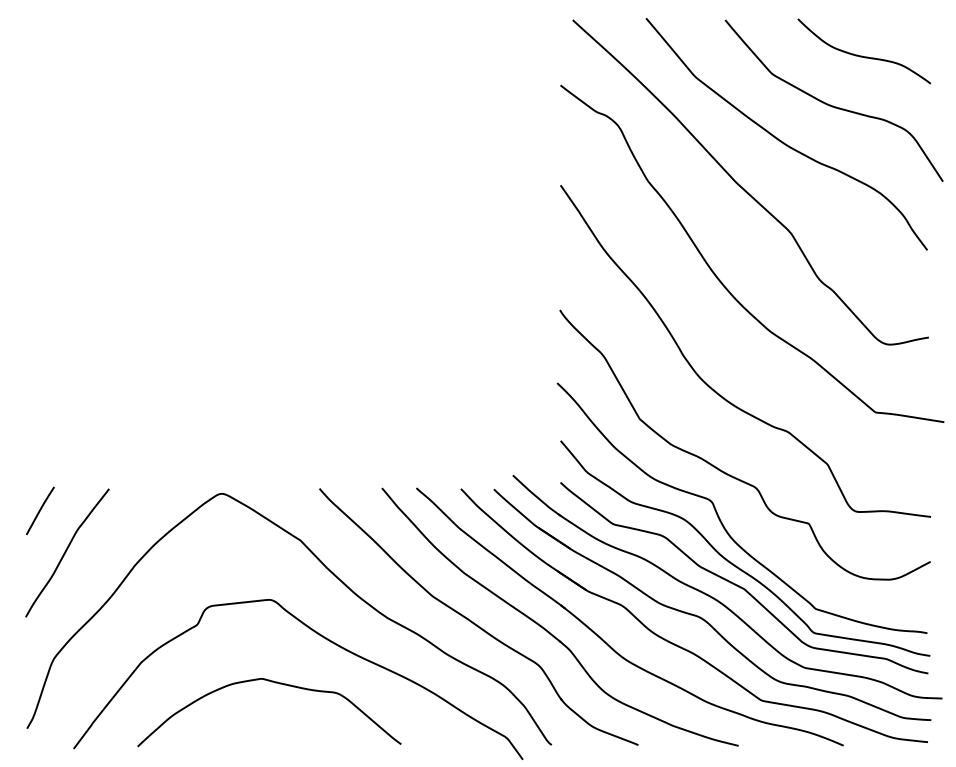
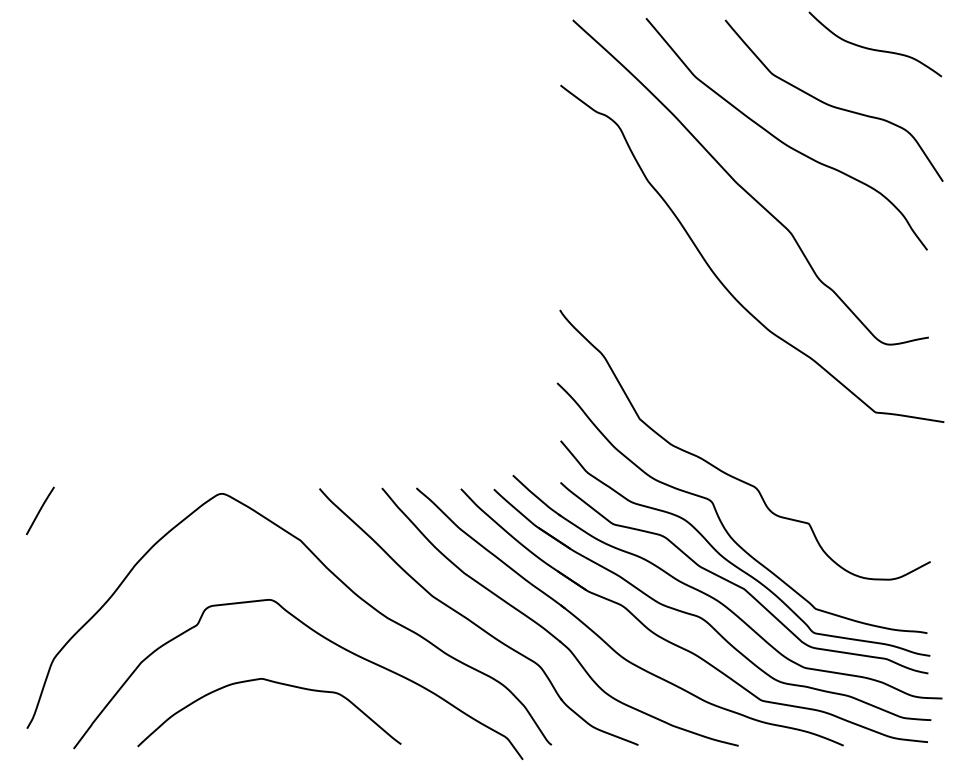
curve at (862, 55) position: (862, 55) -> (873, 48)
curve at (714, 389): present -> none
curve at (66, 552): present -> none
